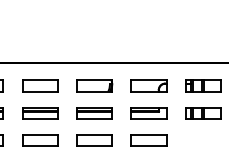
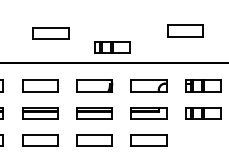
part at (185, 30): none -> present
part at (50, 33): none -> present
part at (112, 47): none -> present
